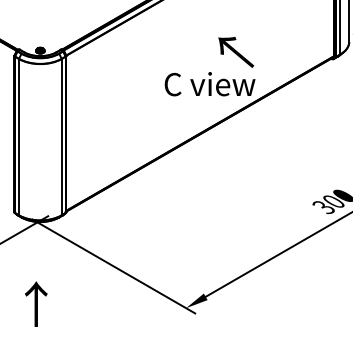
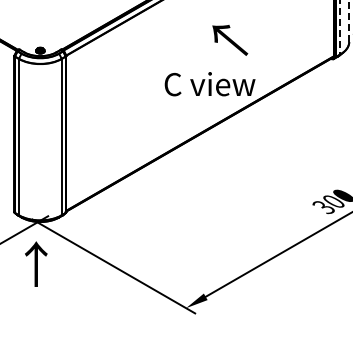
line at (349, 21): solid -> dashed
line at (340, 27): solid -> dashed
text at (236, 52) position: (236, 52) -> (230, 40)
text at (36, 303) position: (36, 303) -> (36, 263)
